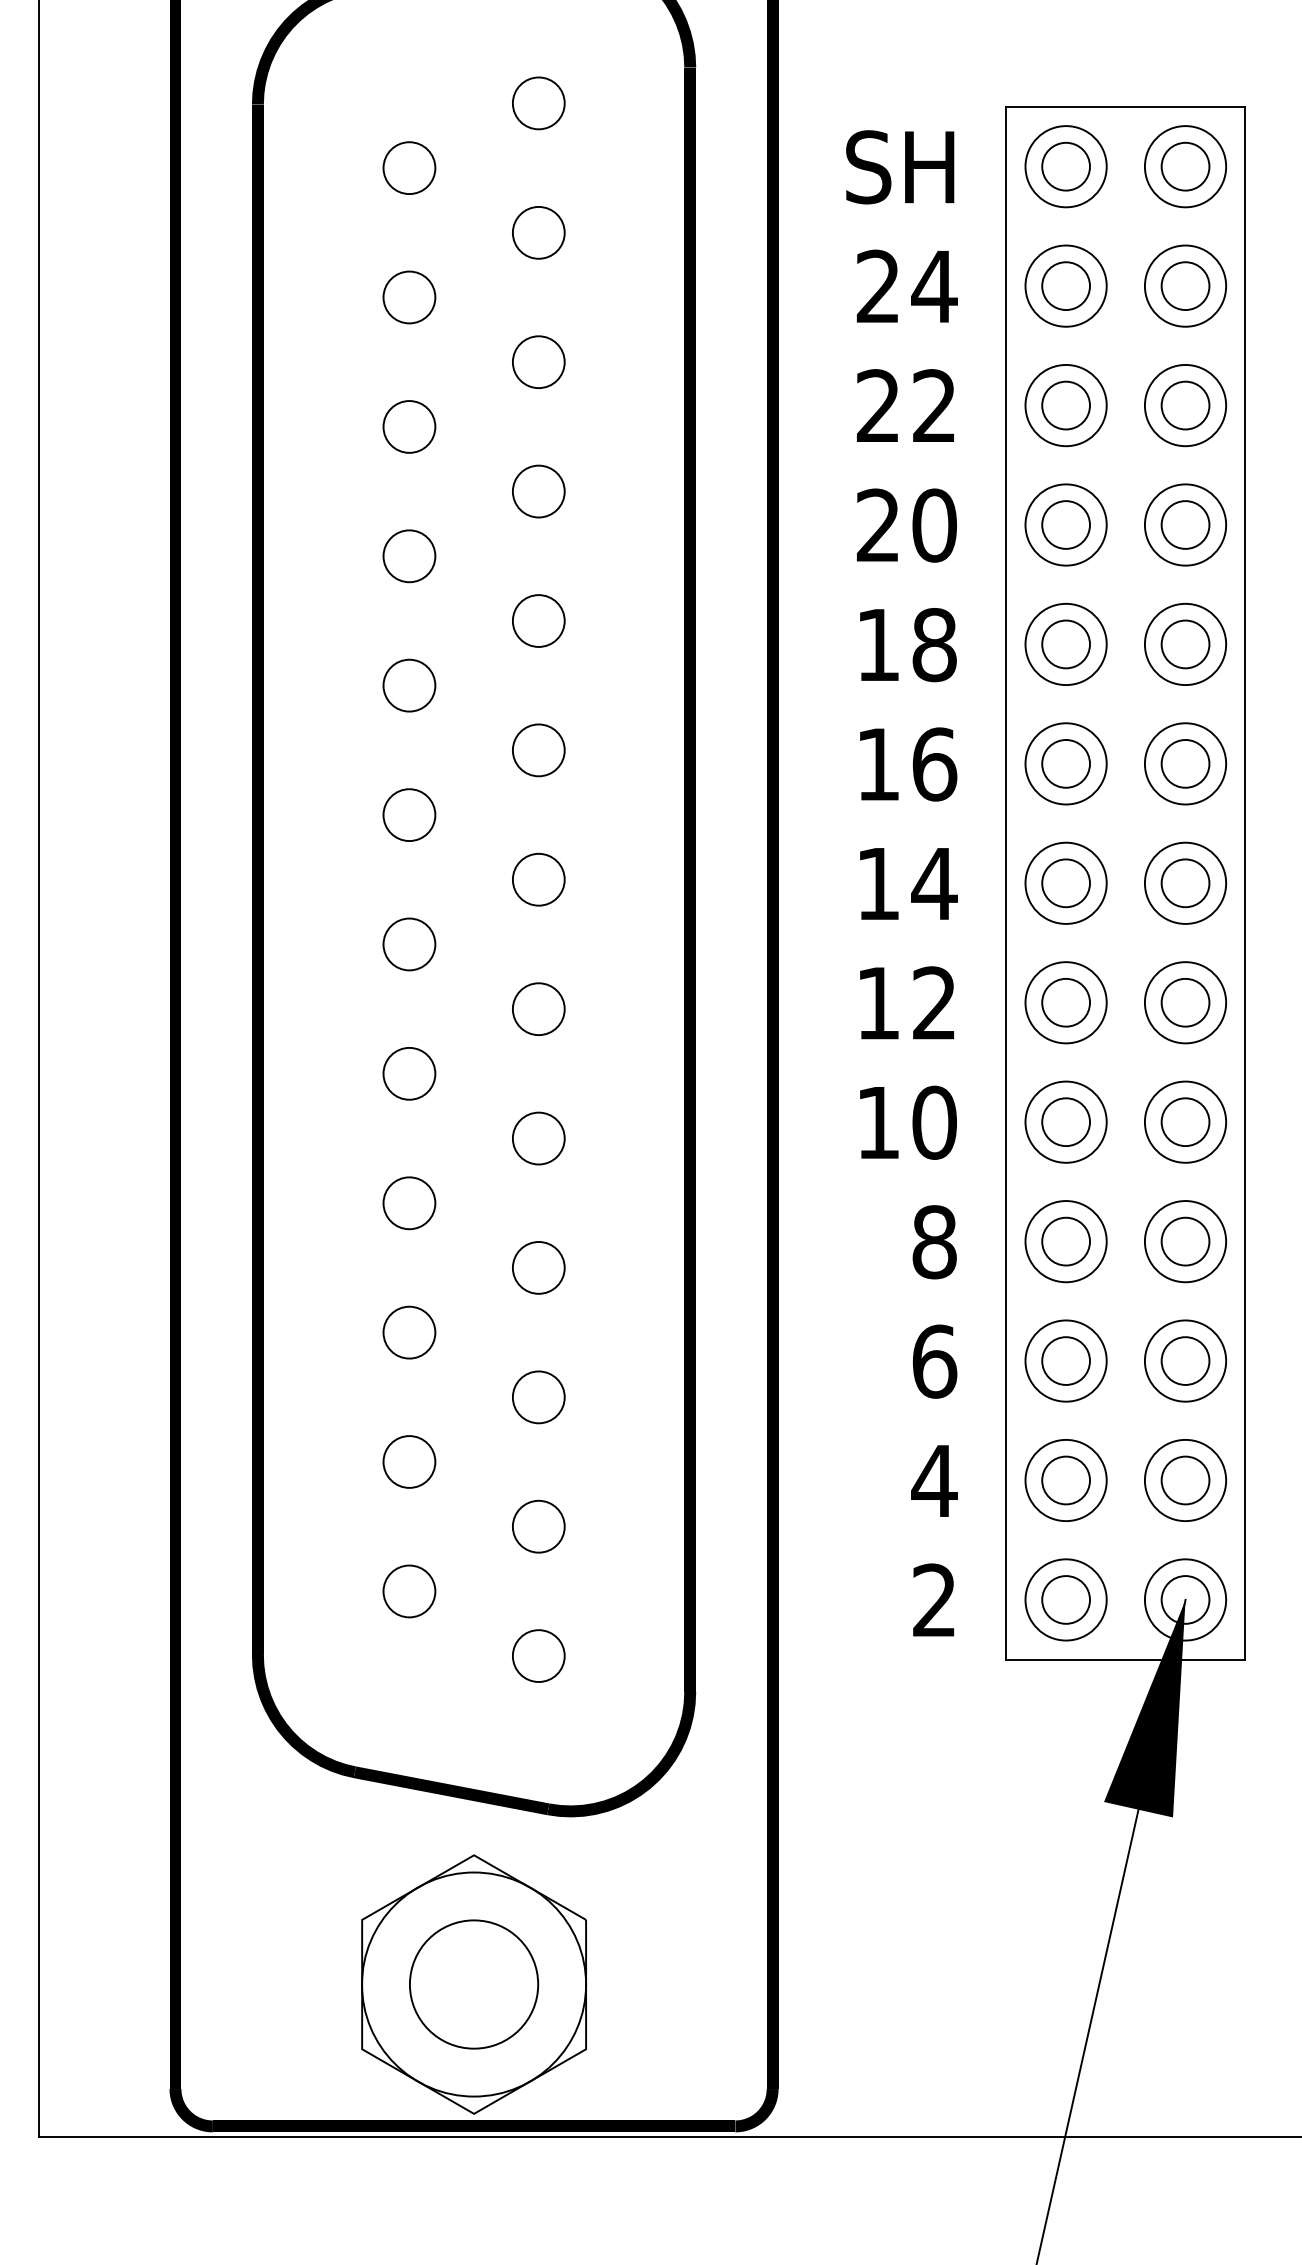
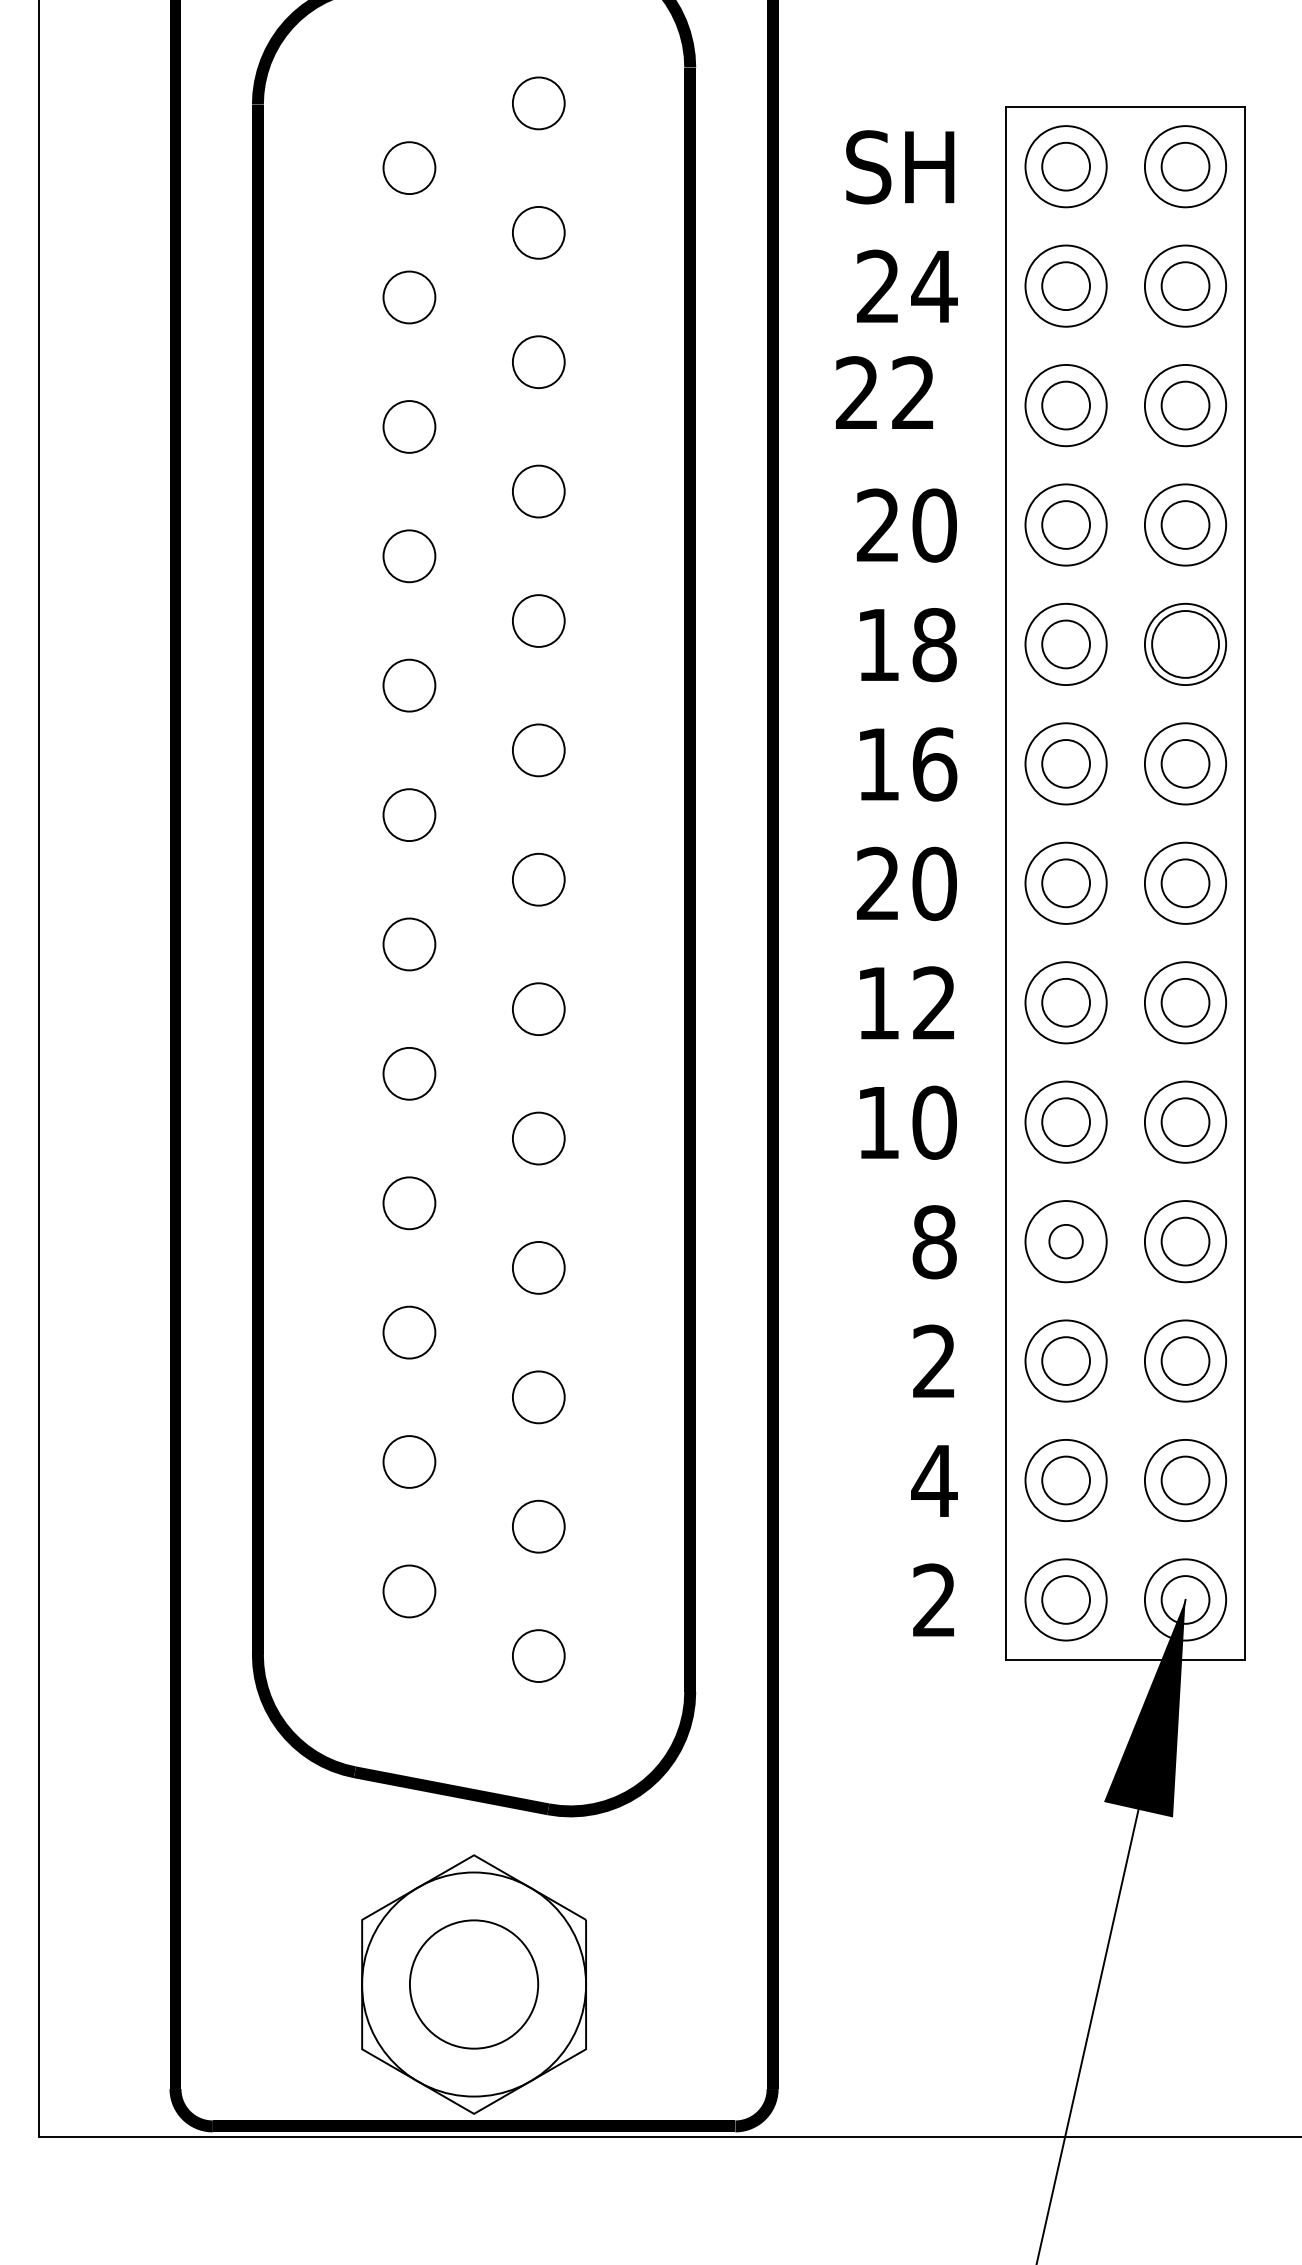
text at (905, 405) position: (905, 405) -> (884, 392)
circle at (1185, 644) diameter: 48 px -> 67 px
text at (906, 883): 14 -> 20
circle at (1066, 1241) diameter: 48 px -> 33 px
text at (934, 1361): 6 -> 2
